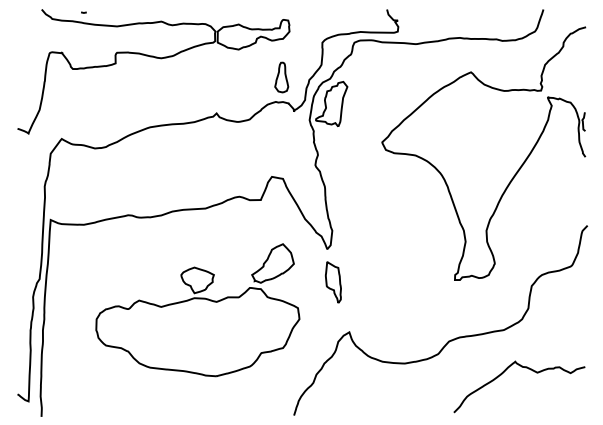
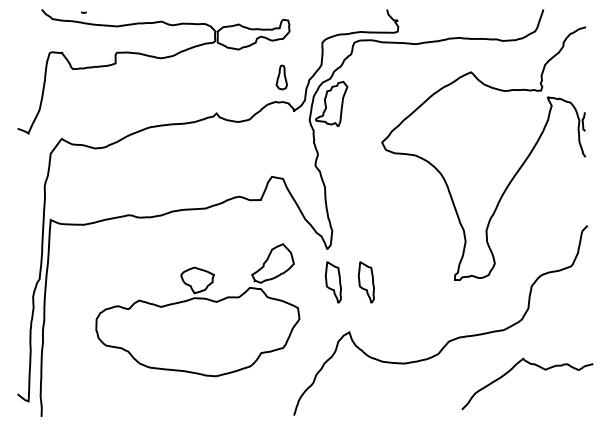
part at (281, 77) size: 16x33 px -> 13x27 px
part at (365, 282): none -> present
curve at (525, 368) position: (525, 368) -> (533, 365)
